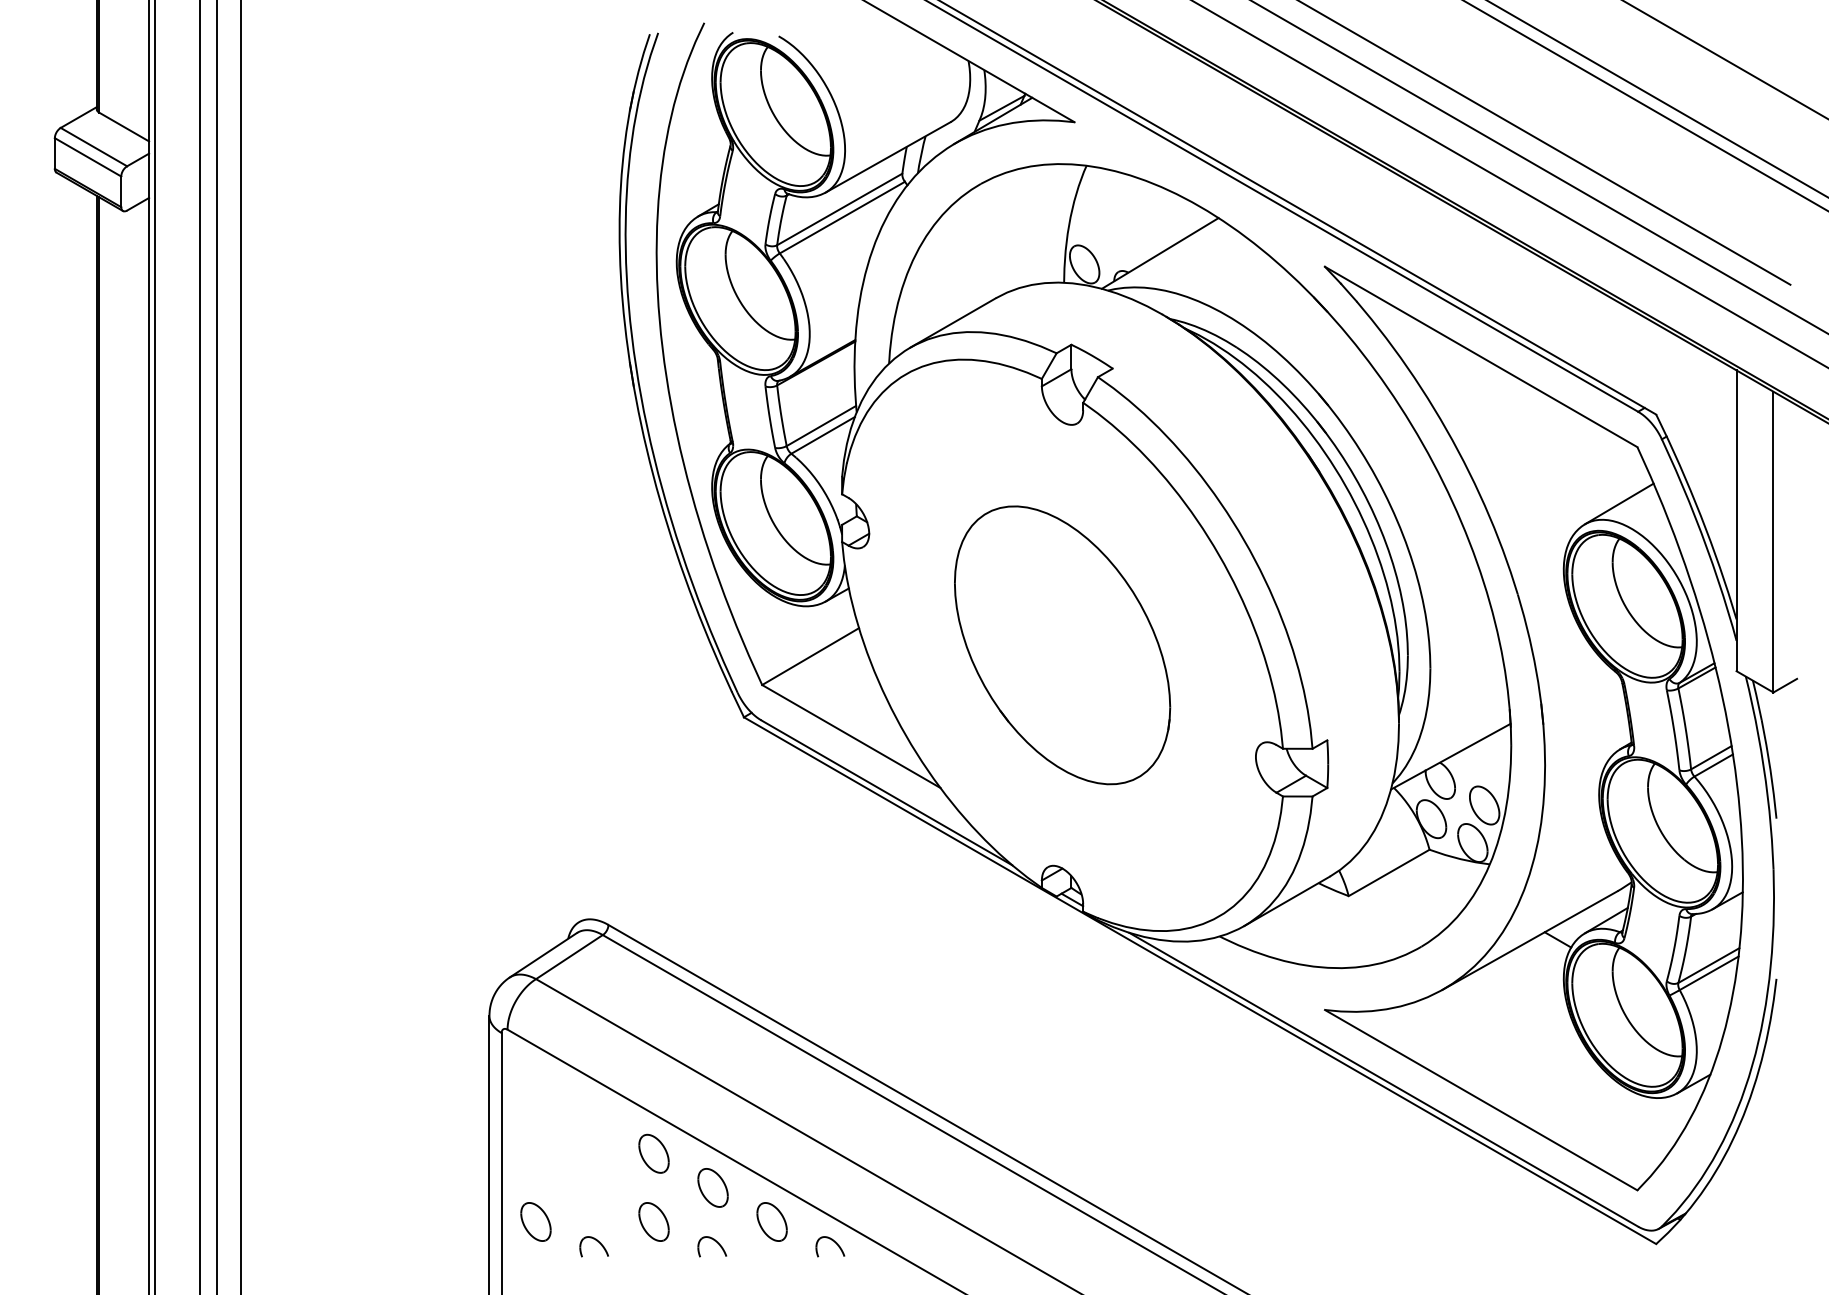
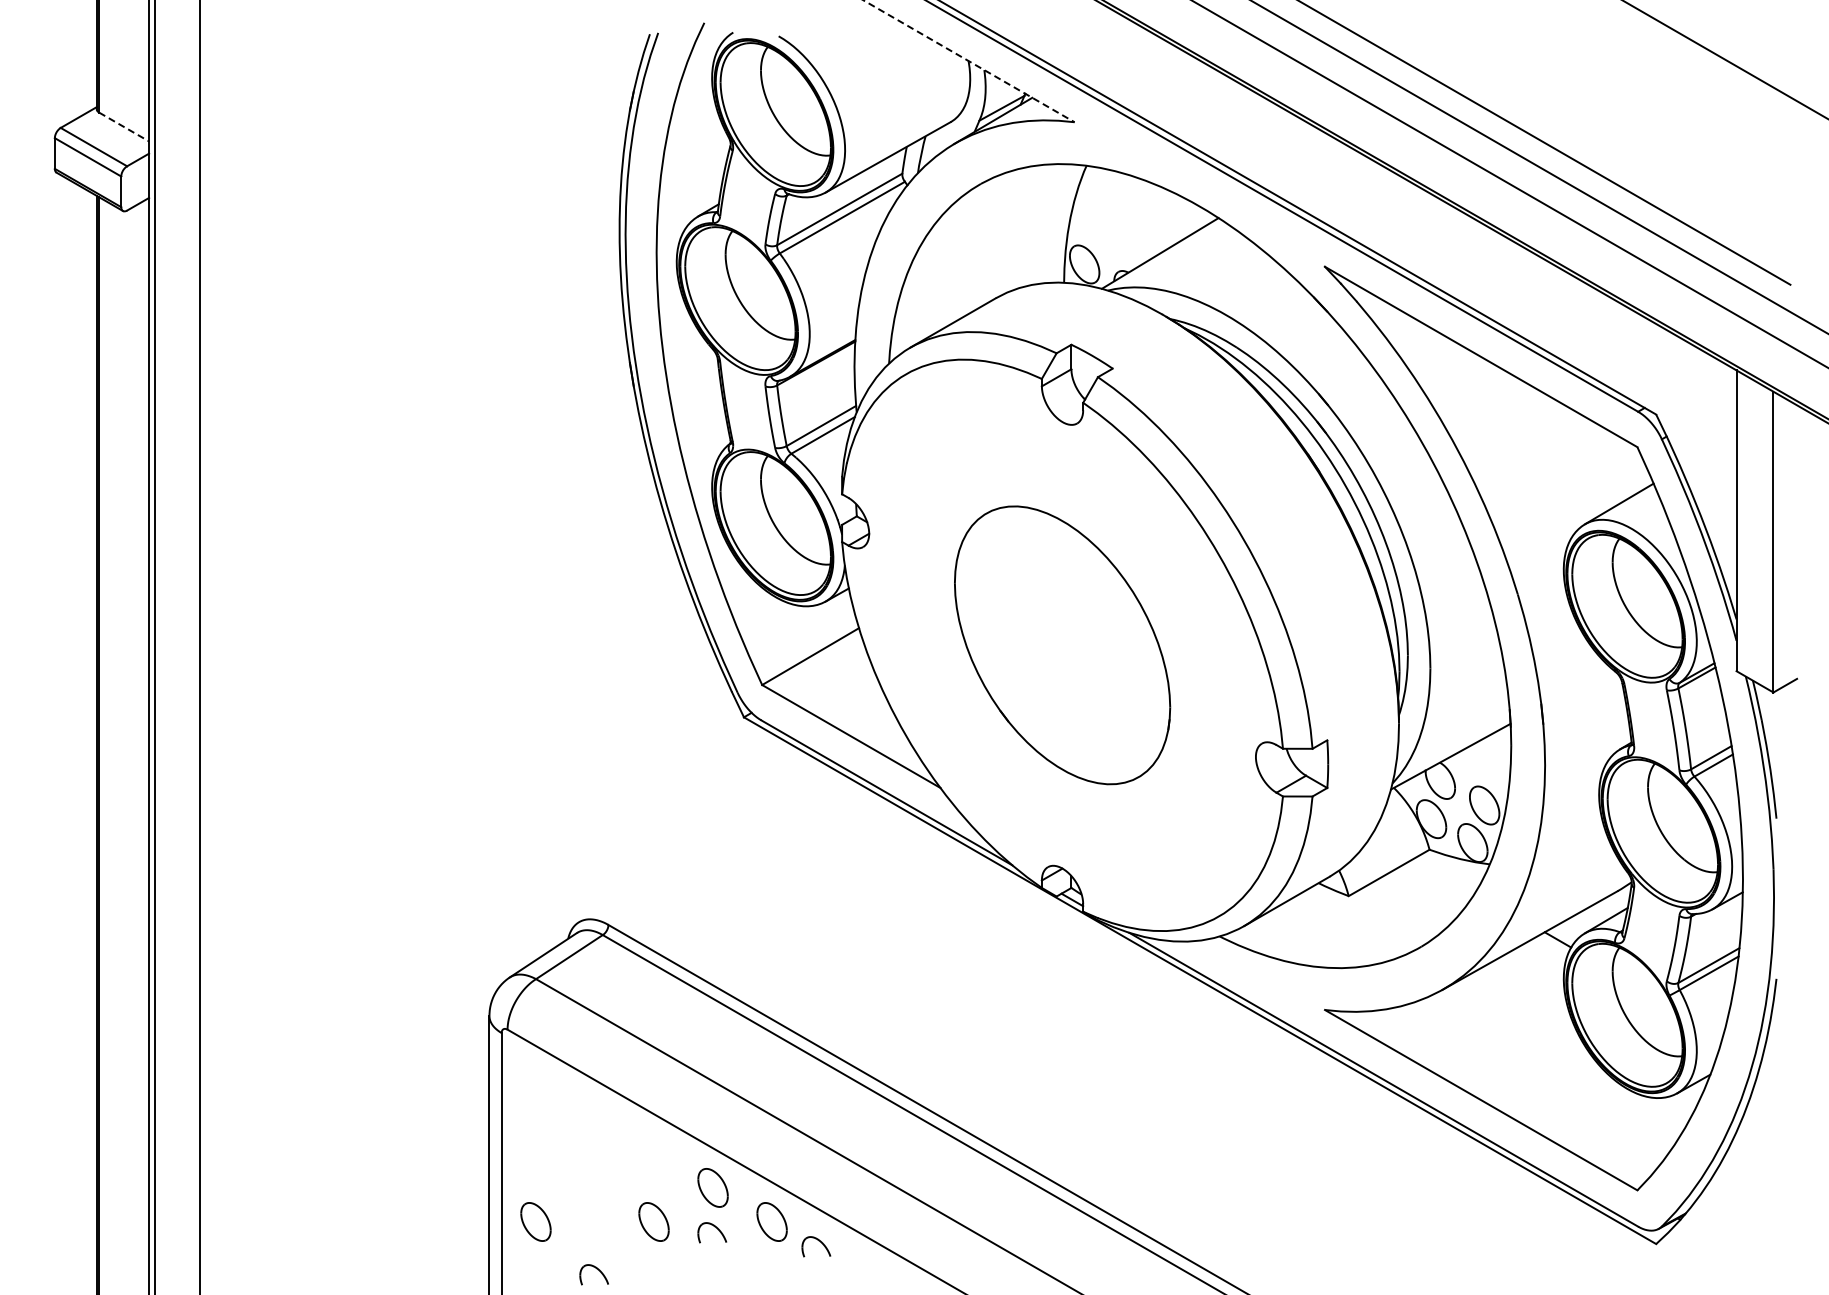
line at (969, 61): solid -> dashed
line at (1657, 98): present -> none
line at (1645, 105): present -> none
line at (124, 127): solid -> dashed
line at (217, 646): present -> none
line at (240, 646): present -> none
part at (653, 1153): present -> none
part at (593, 1246) position: (593, 1246) -> (593, 1274)
part at (712, 1246) position: (712, 1246) -> (712, 1232)
part at (830, 1246) position: (830, 1246) -> (816, 1246)
